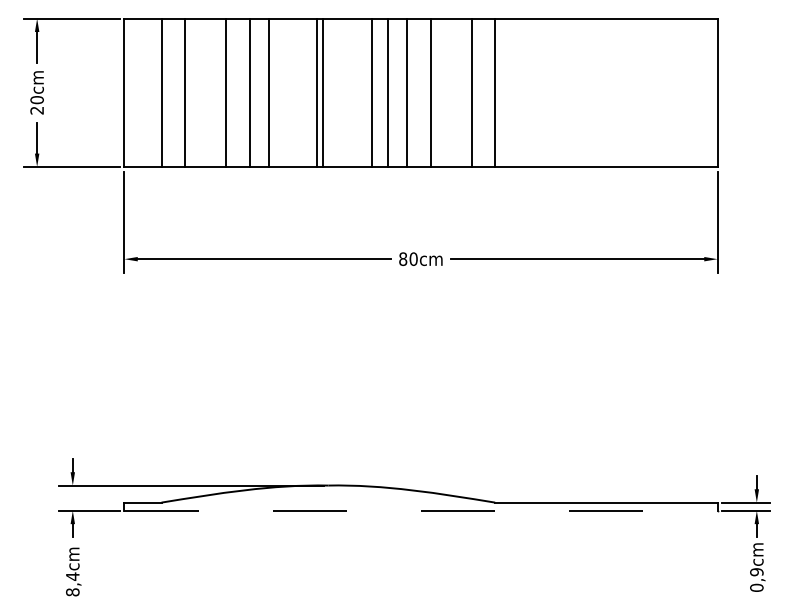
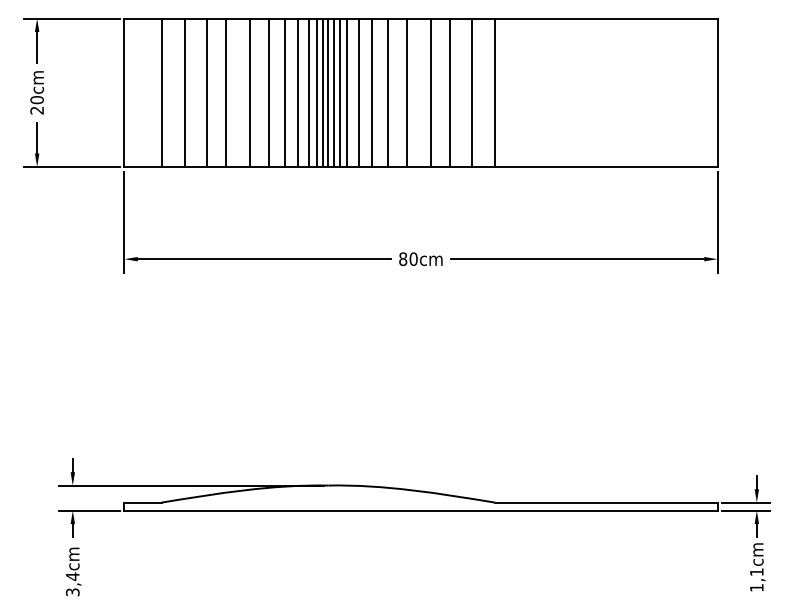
line at (207, 92): none -> present
line at (284, 92): none -> present
line at (298, 92): none -> present
line at (309, 92): none -> present
line at (328, 92): none -> present
line at (333, 92): none -> present
line at (339, 92): none -> present
line at (347, 92): none -> present
line at (358, 92): none -> present
line at (449, 92): none -> present
line at (421, 510): dashed -> solid
text at (756, 579): 0,9cm -> 1,1cm
text at (72, 592): 8,4cm -> 3,4cm
